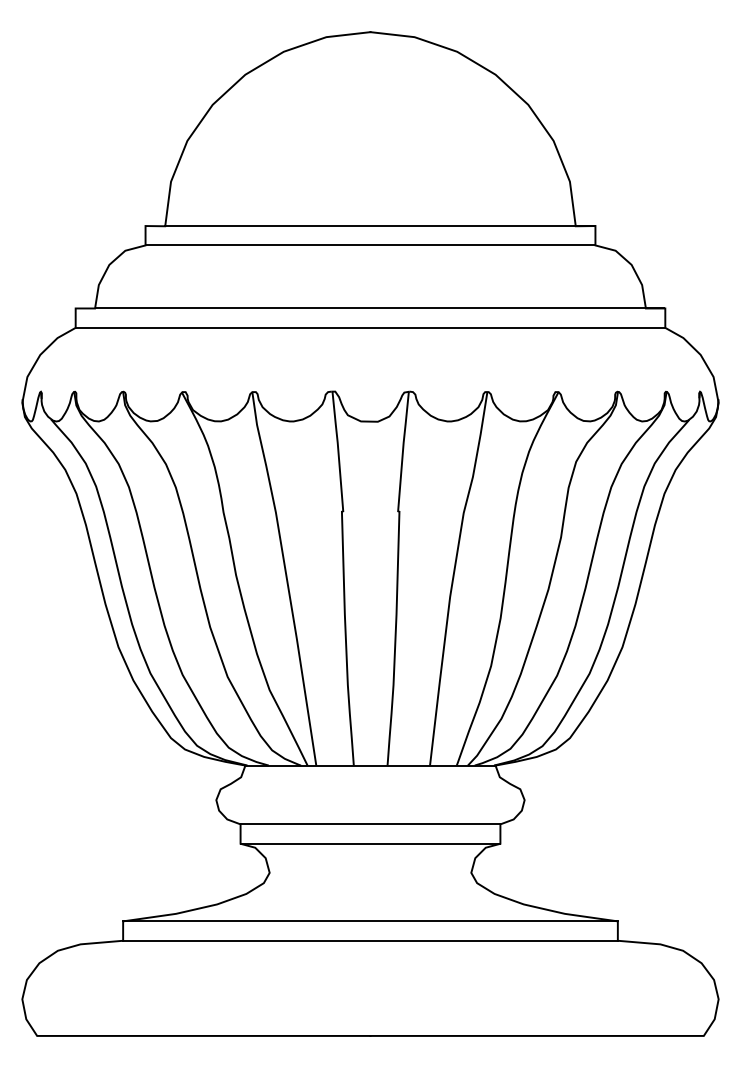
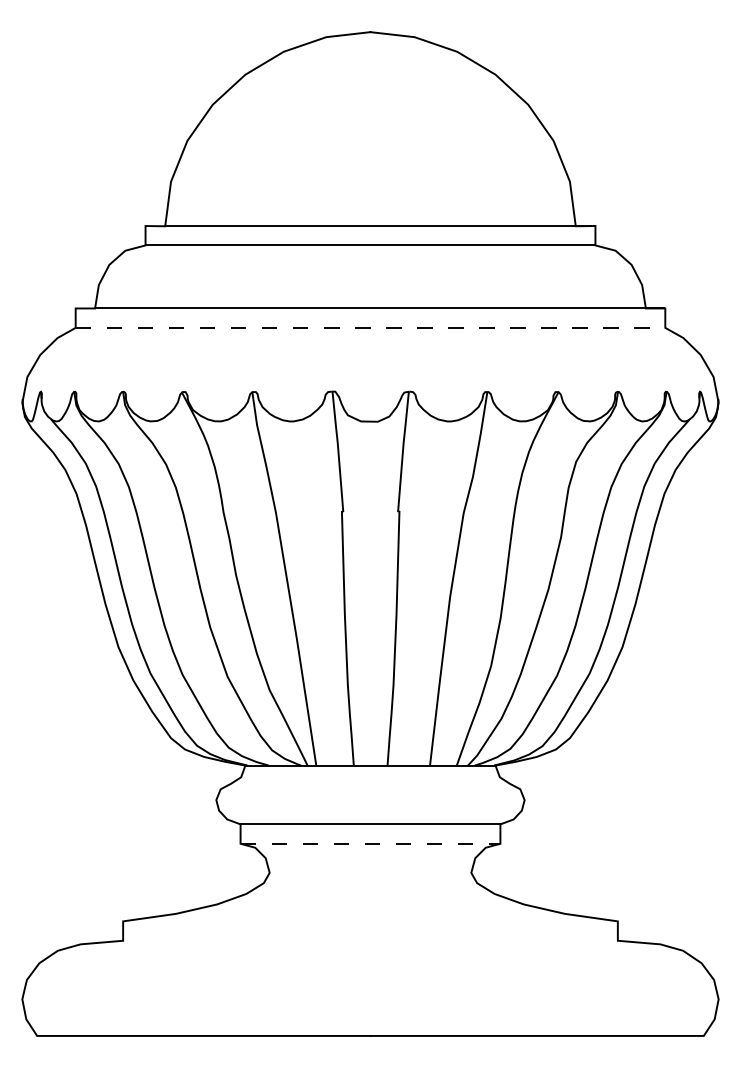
line at (370, 327): solid -> dashed
line at (370, 843): solid -> dashed
line at (370, 921): present -> none
line at (370, 940): present -> none
